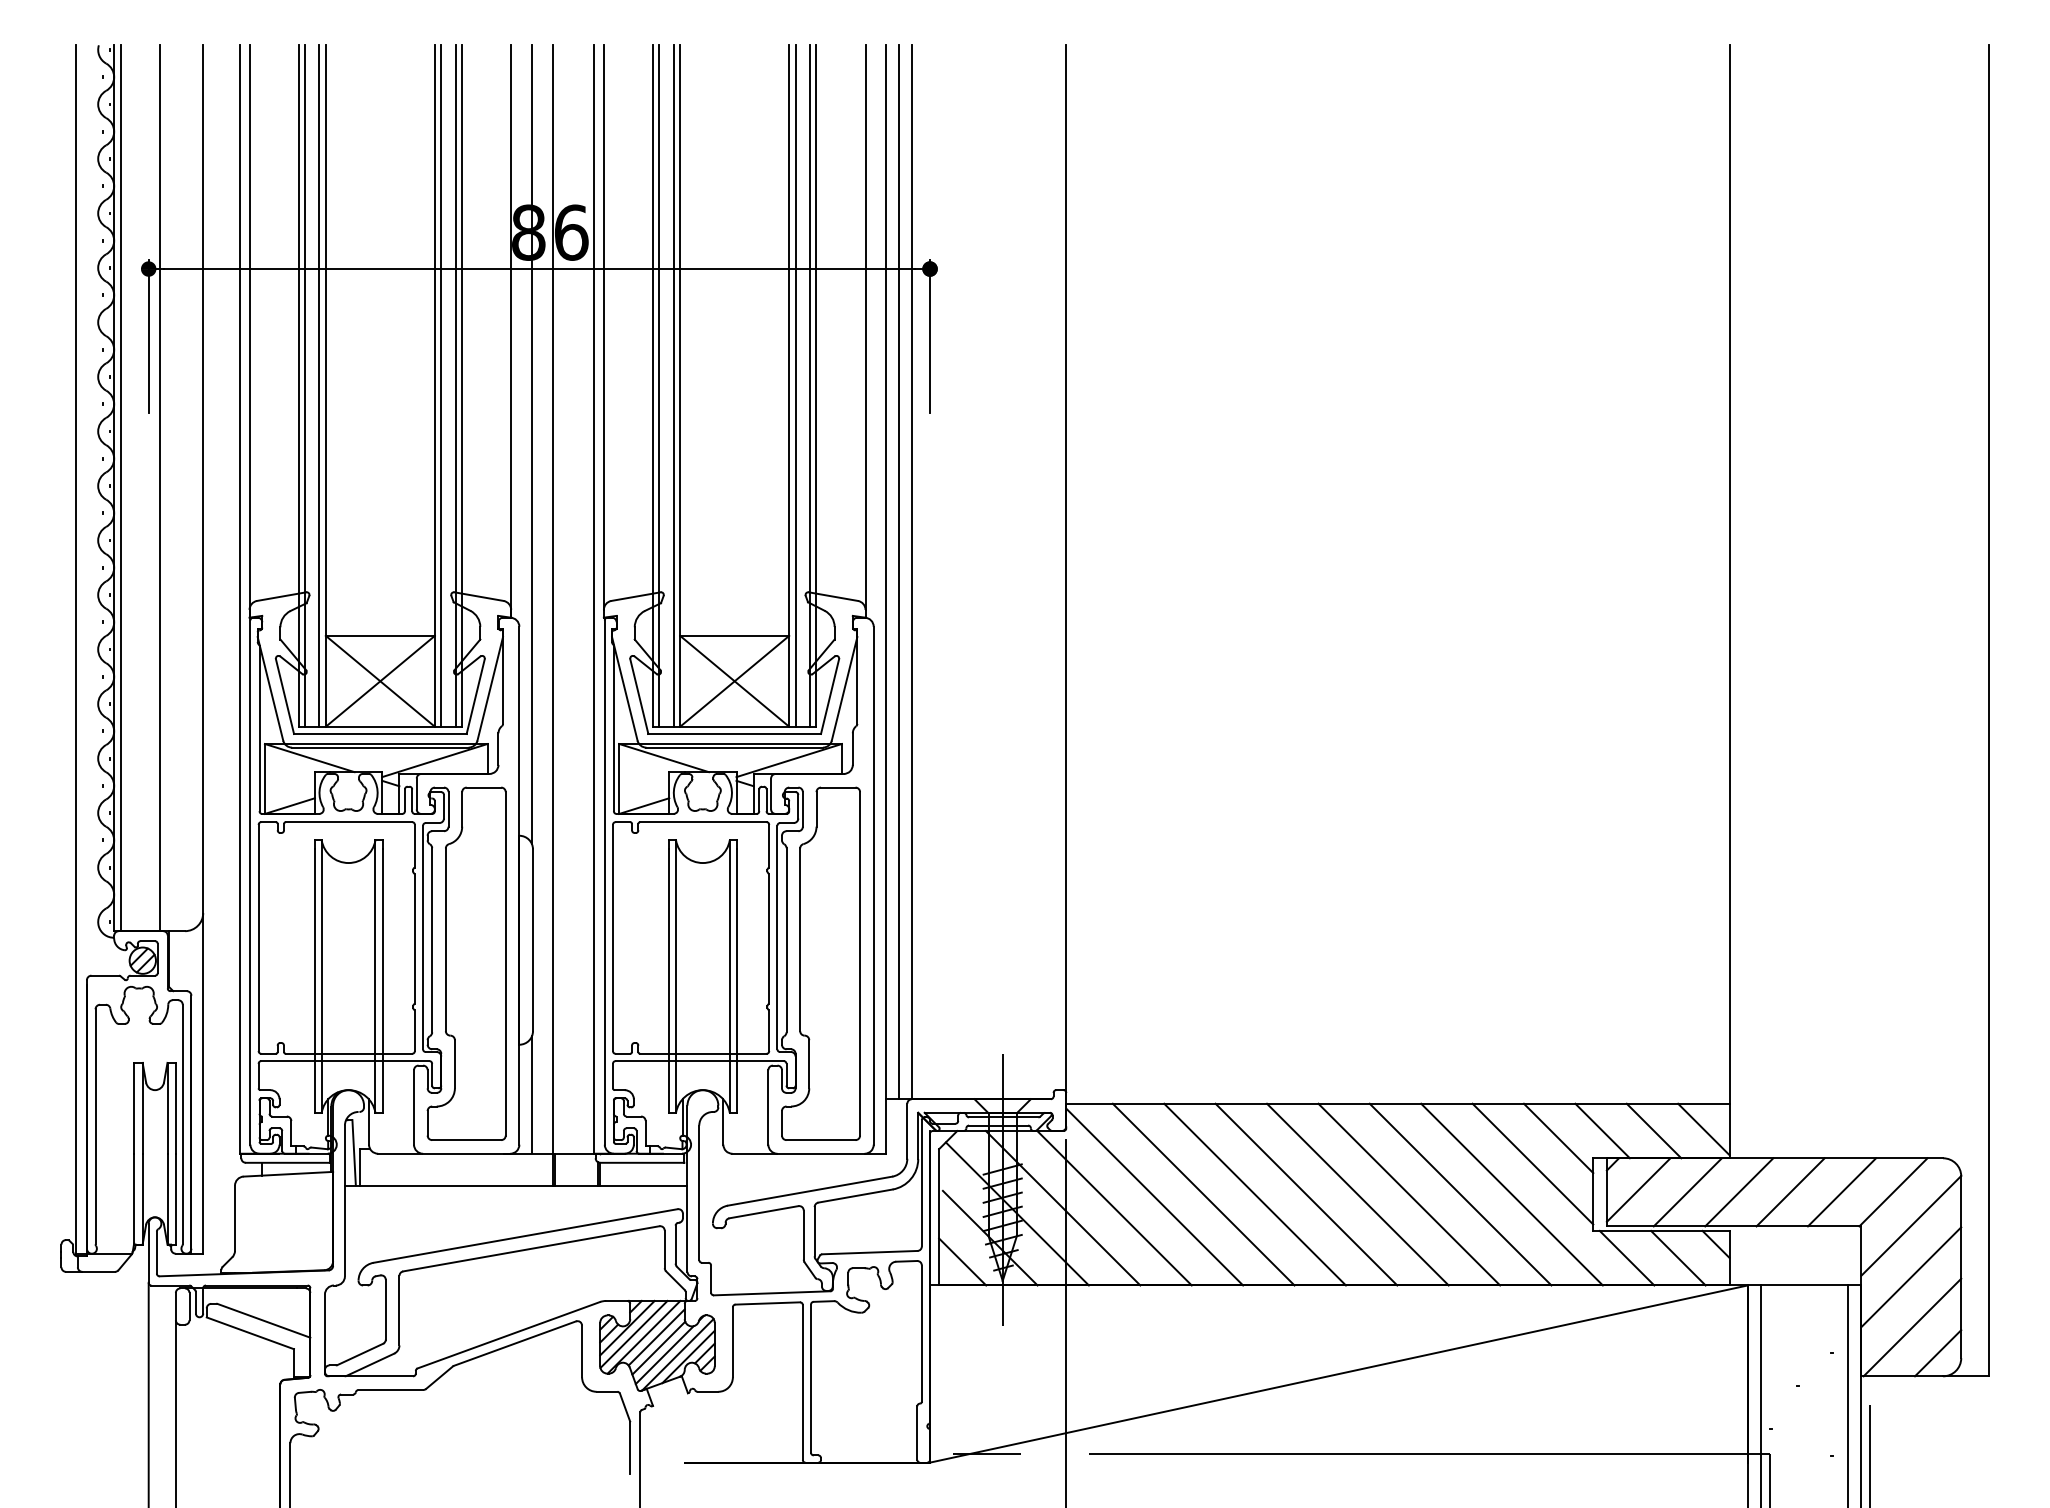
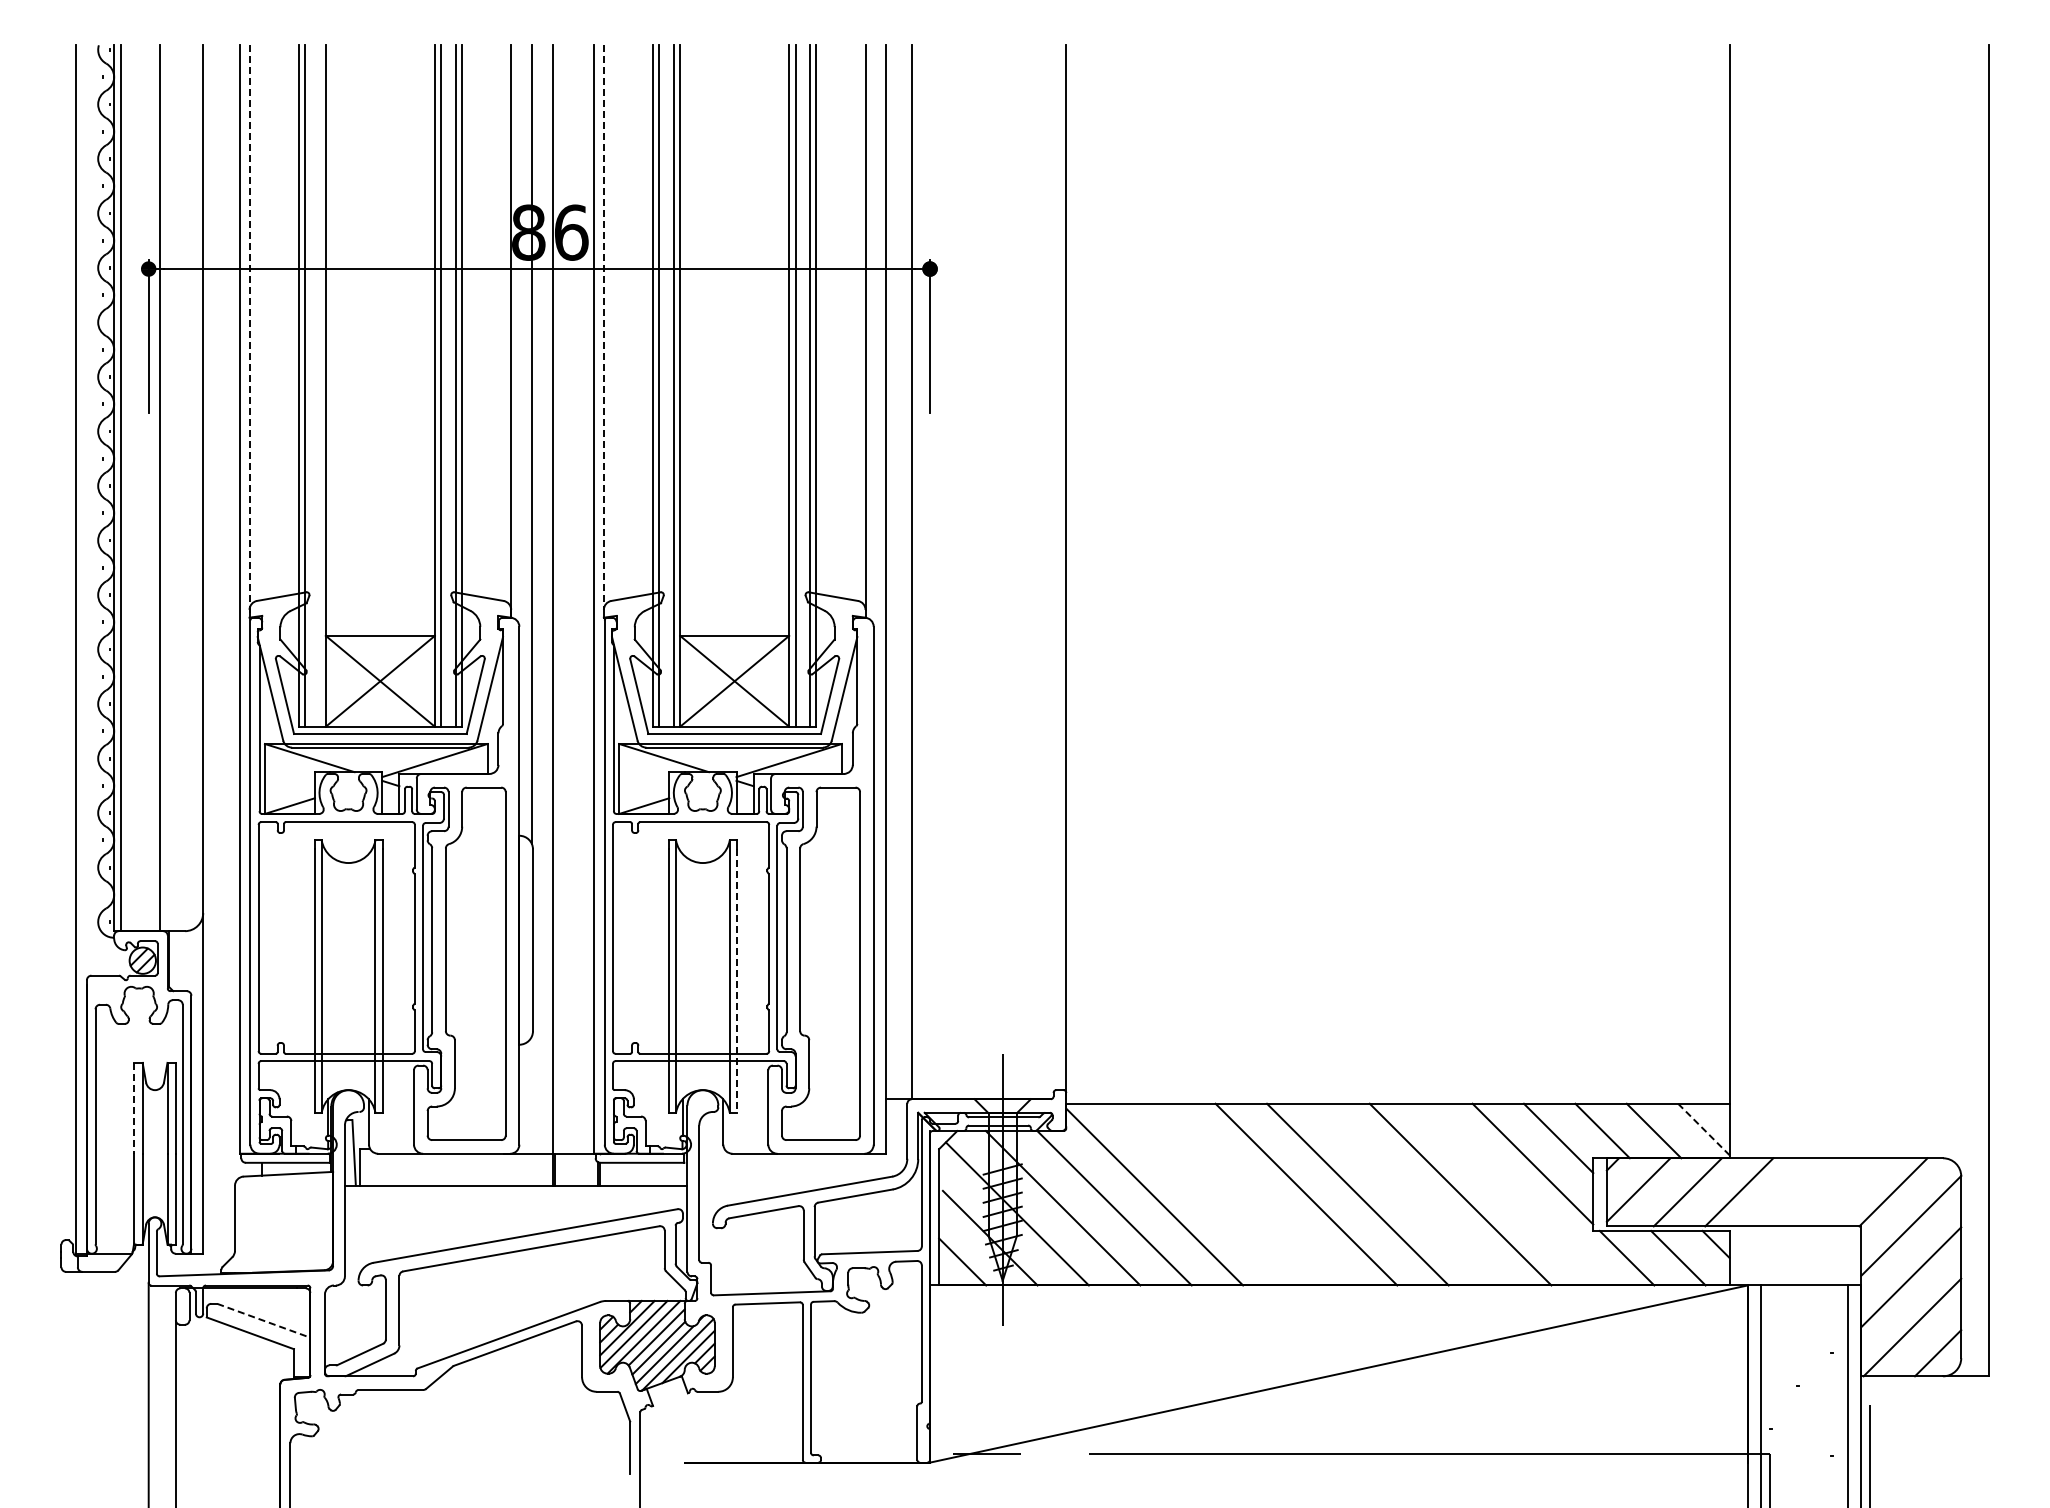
line at (603, 328): solid -> dashed
line at (249, 331): solid -> dashed
line at (319, 385): present -> none
line at (899, 572): present -> none
line at (736, 981): solid -> dashed
line at (532, 1094): present -> none
line at (134, 1108): solid -> dashed
line at (1704, 1129): solid -> dashed
line at (1790, 1192): present -> none
line at (1841, 1192): present -> none
line at (1203, 1194): present -> none
line at (1254, 1194): present -> none
line at (1409, 1194): present -> none
line at (1511, 1194): present -> none
line at (263, 1320): solid -> dashed
line at (1066, 1322): present -> none
